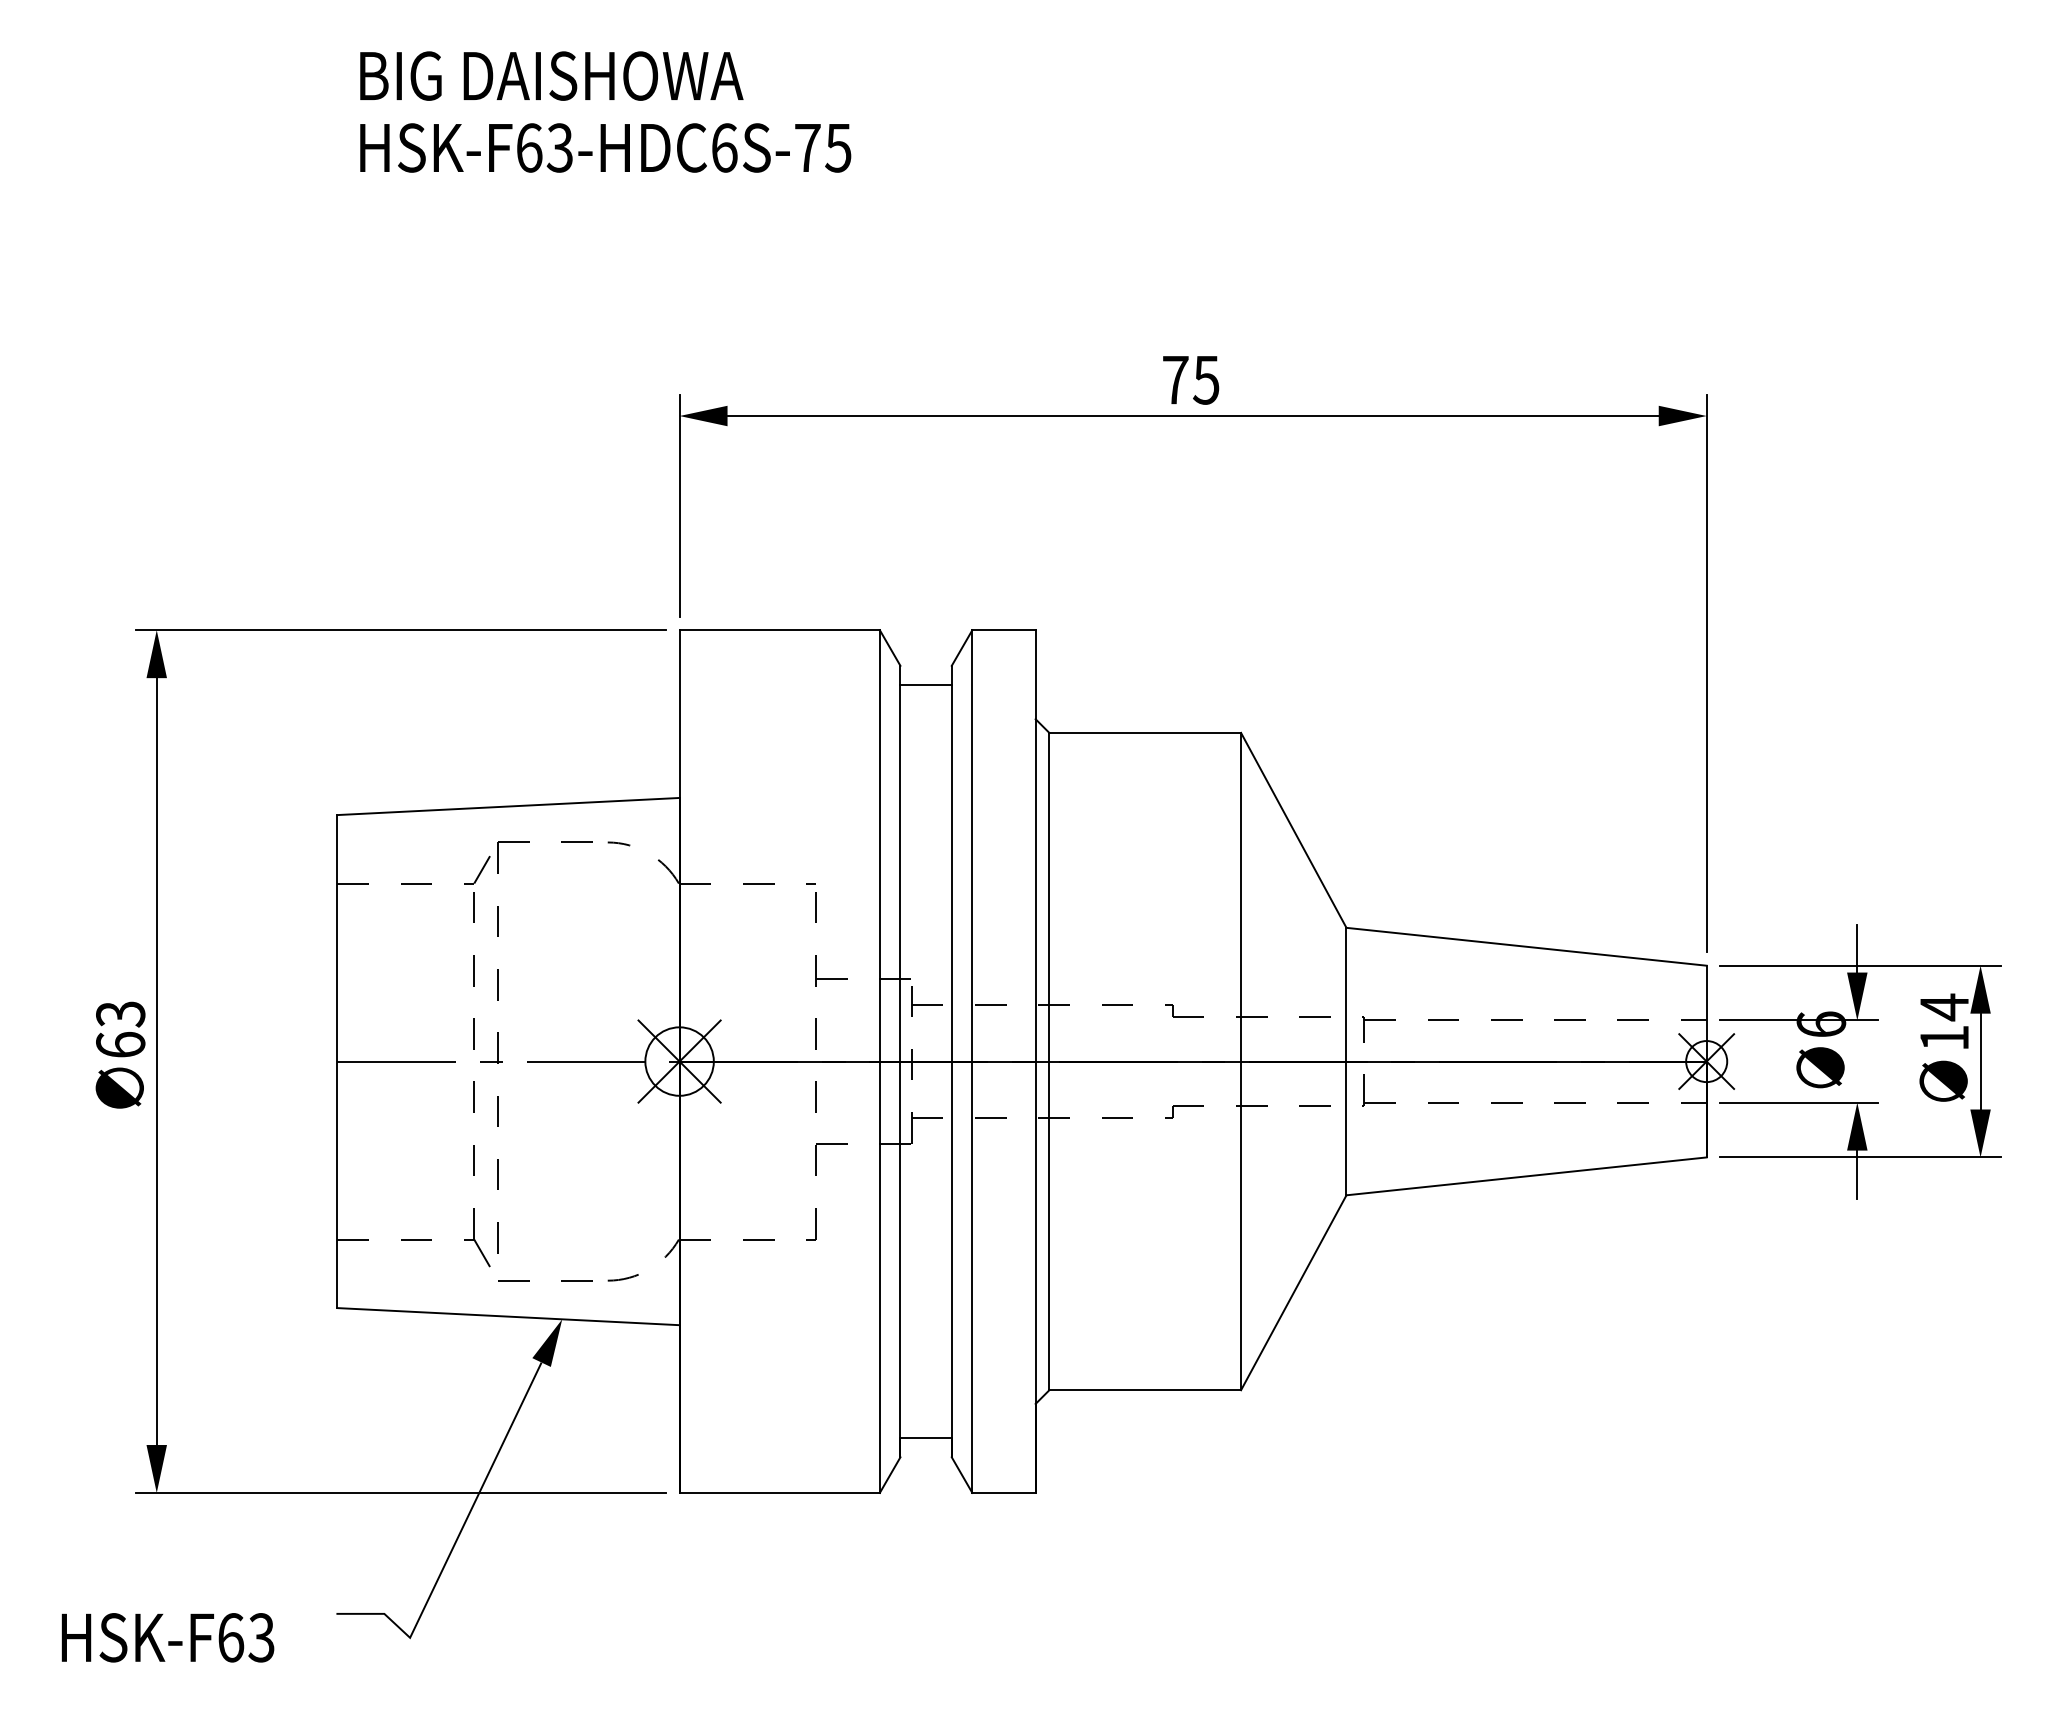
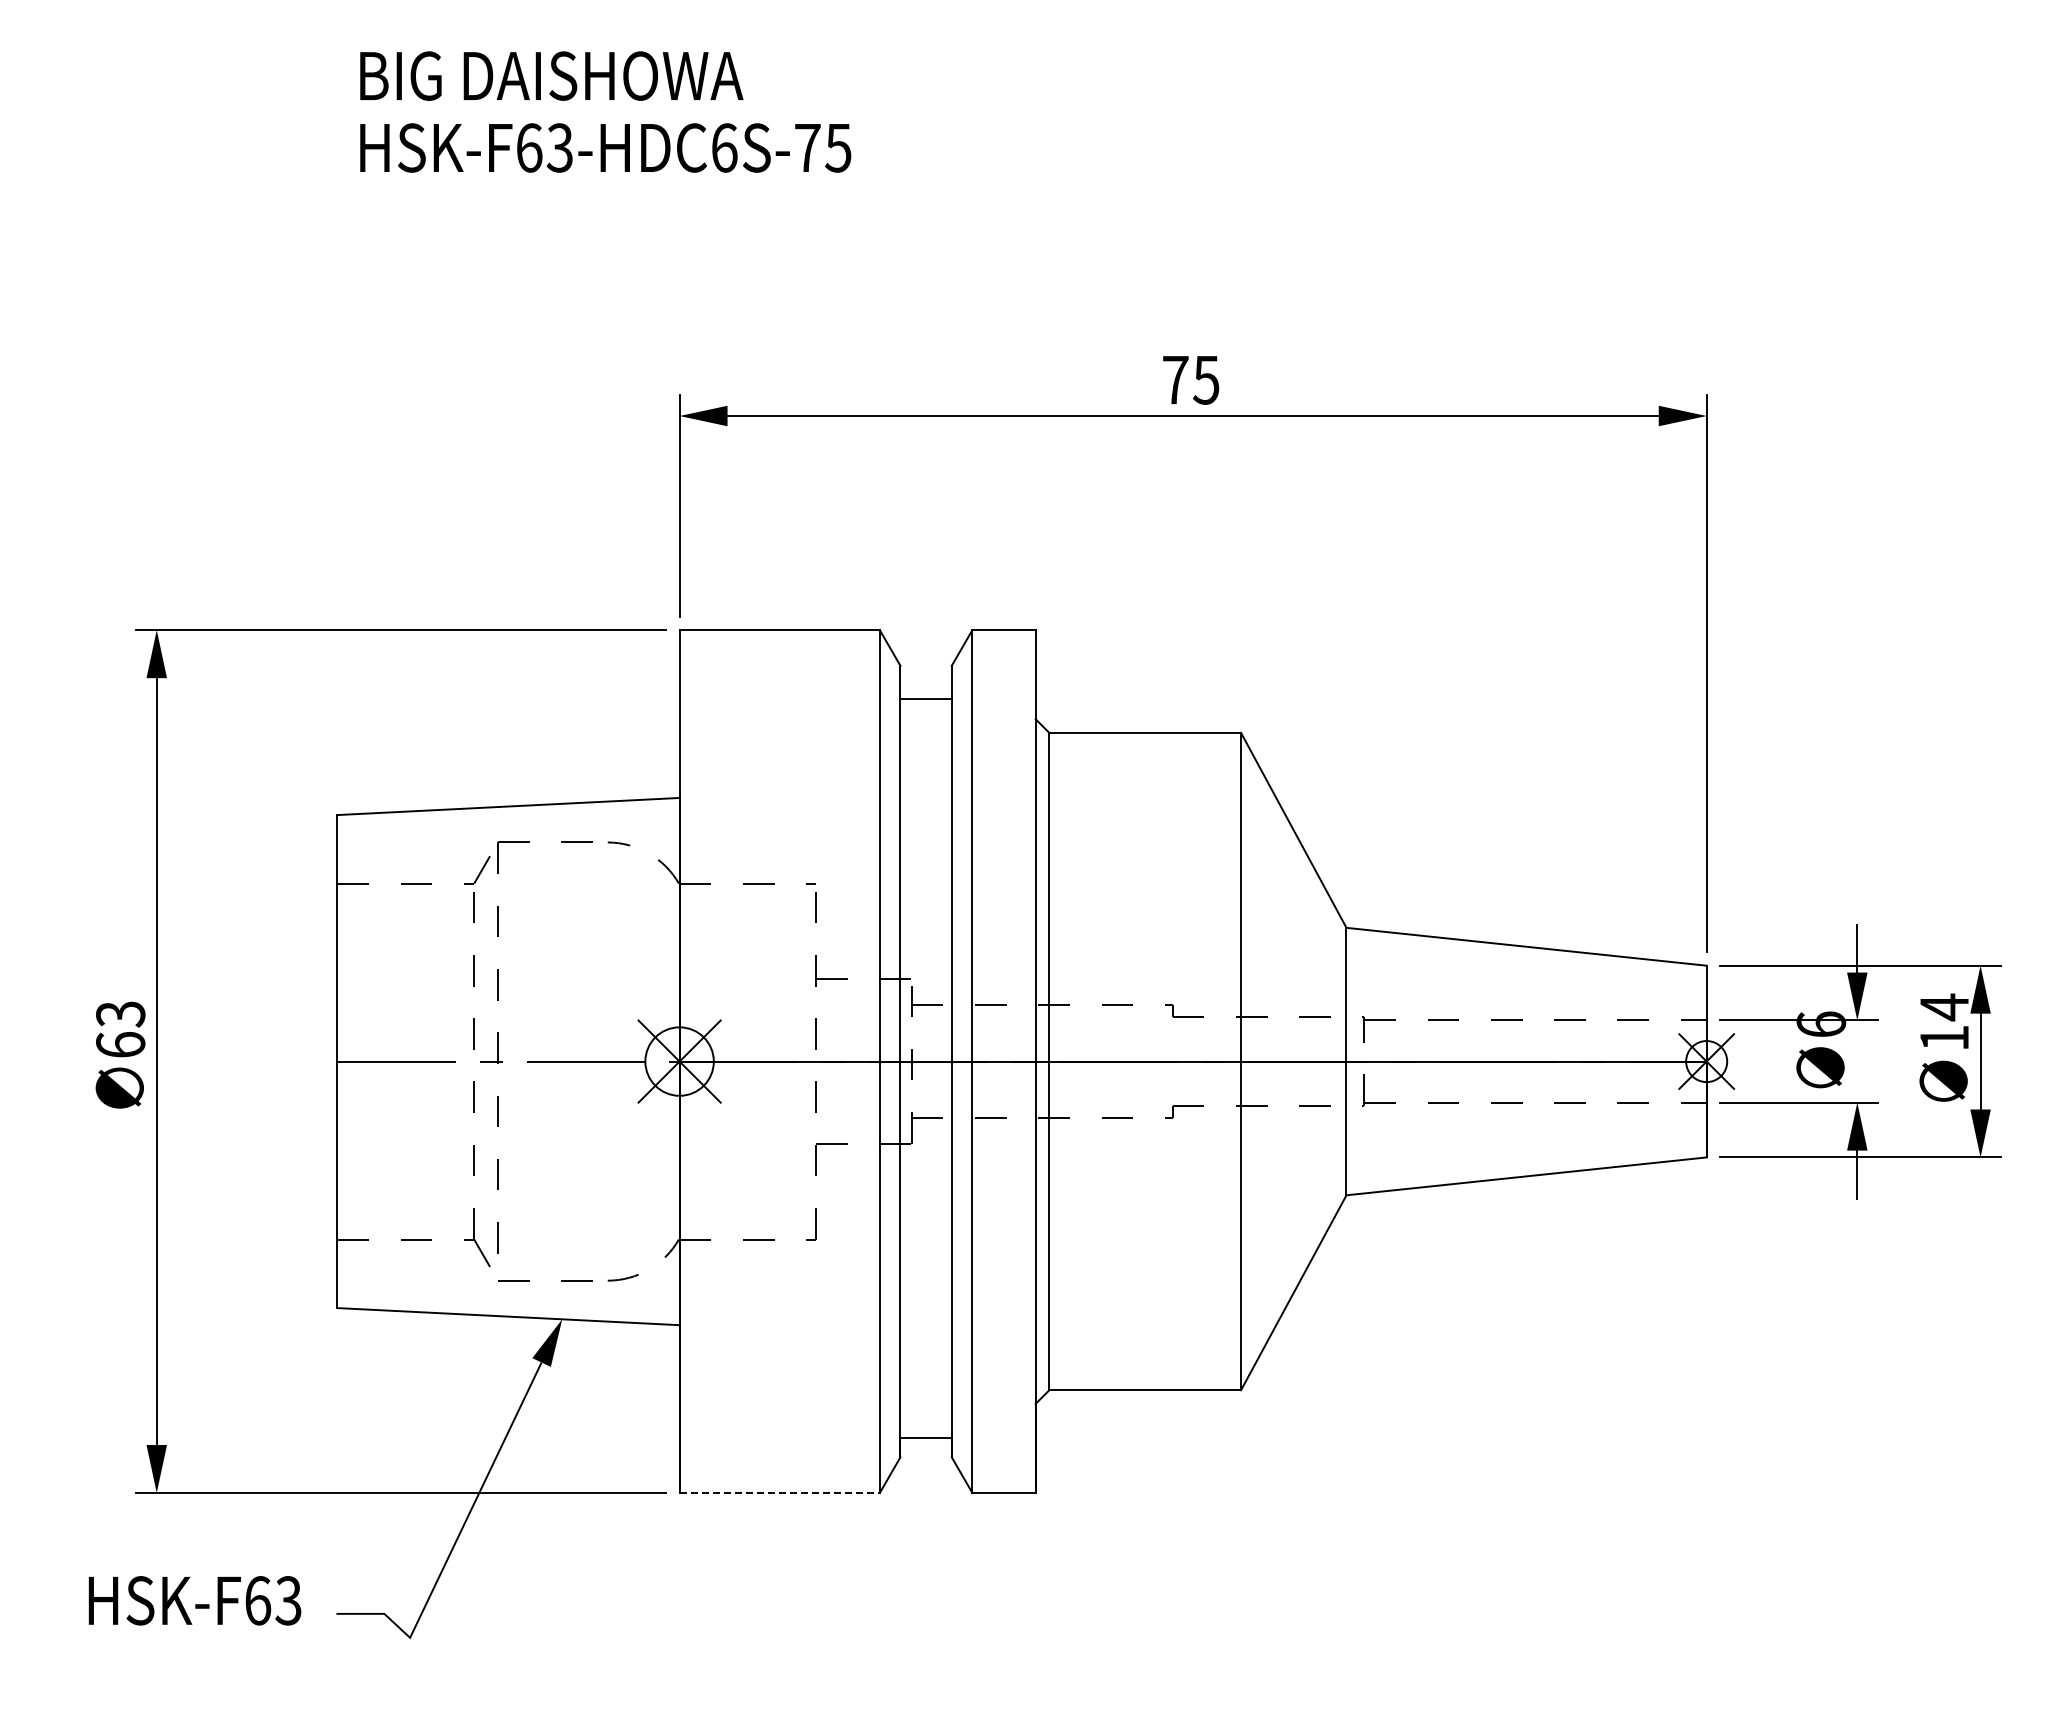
line at (925, 684) position: (925, 684) -> (925, 698)
line at (780, 1492): solid -> dashed
text at (167, 1637) position: (167, 1637) -> (194, 1600)
